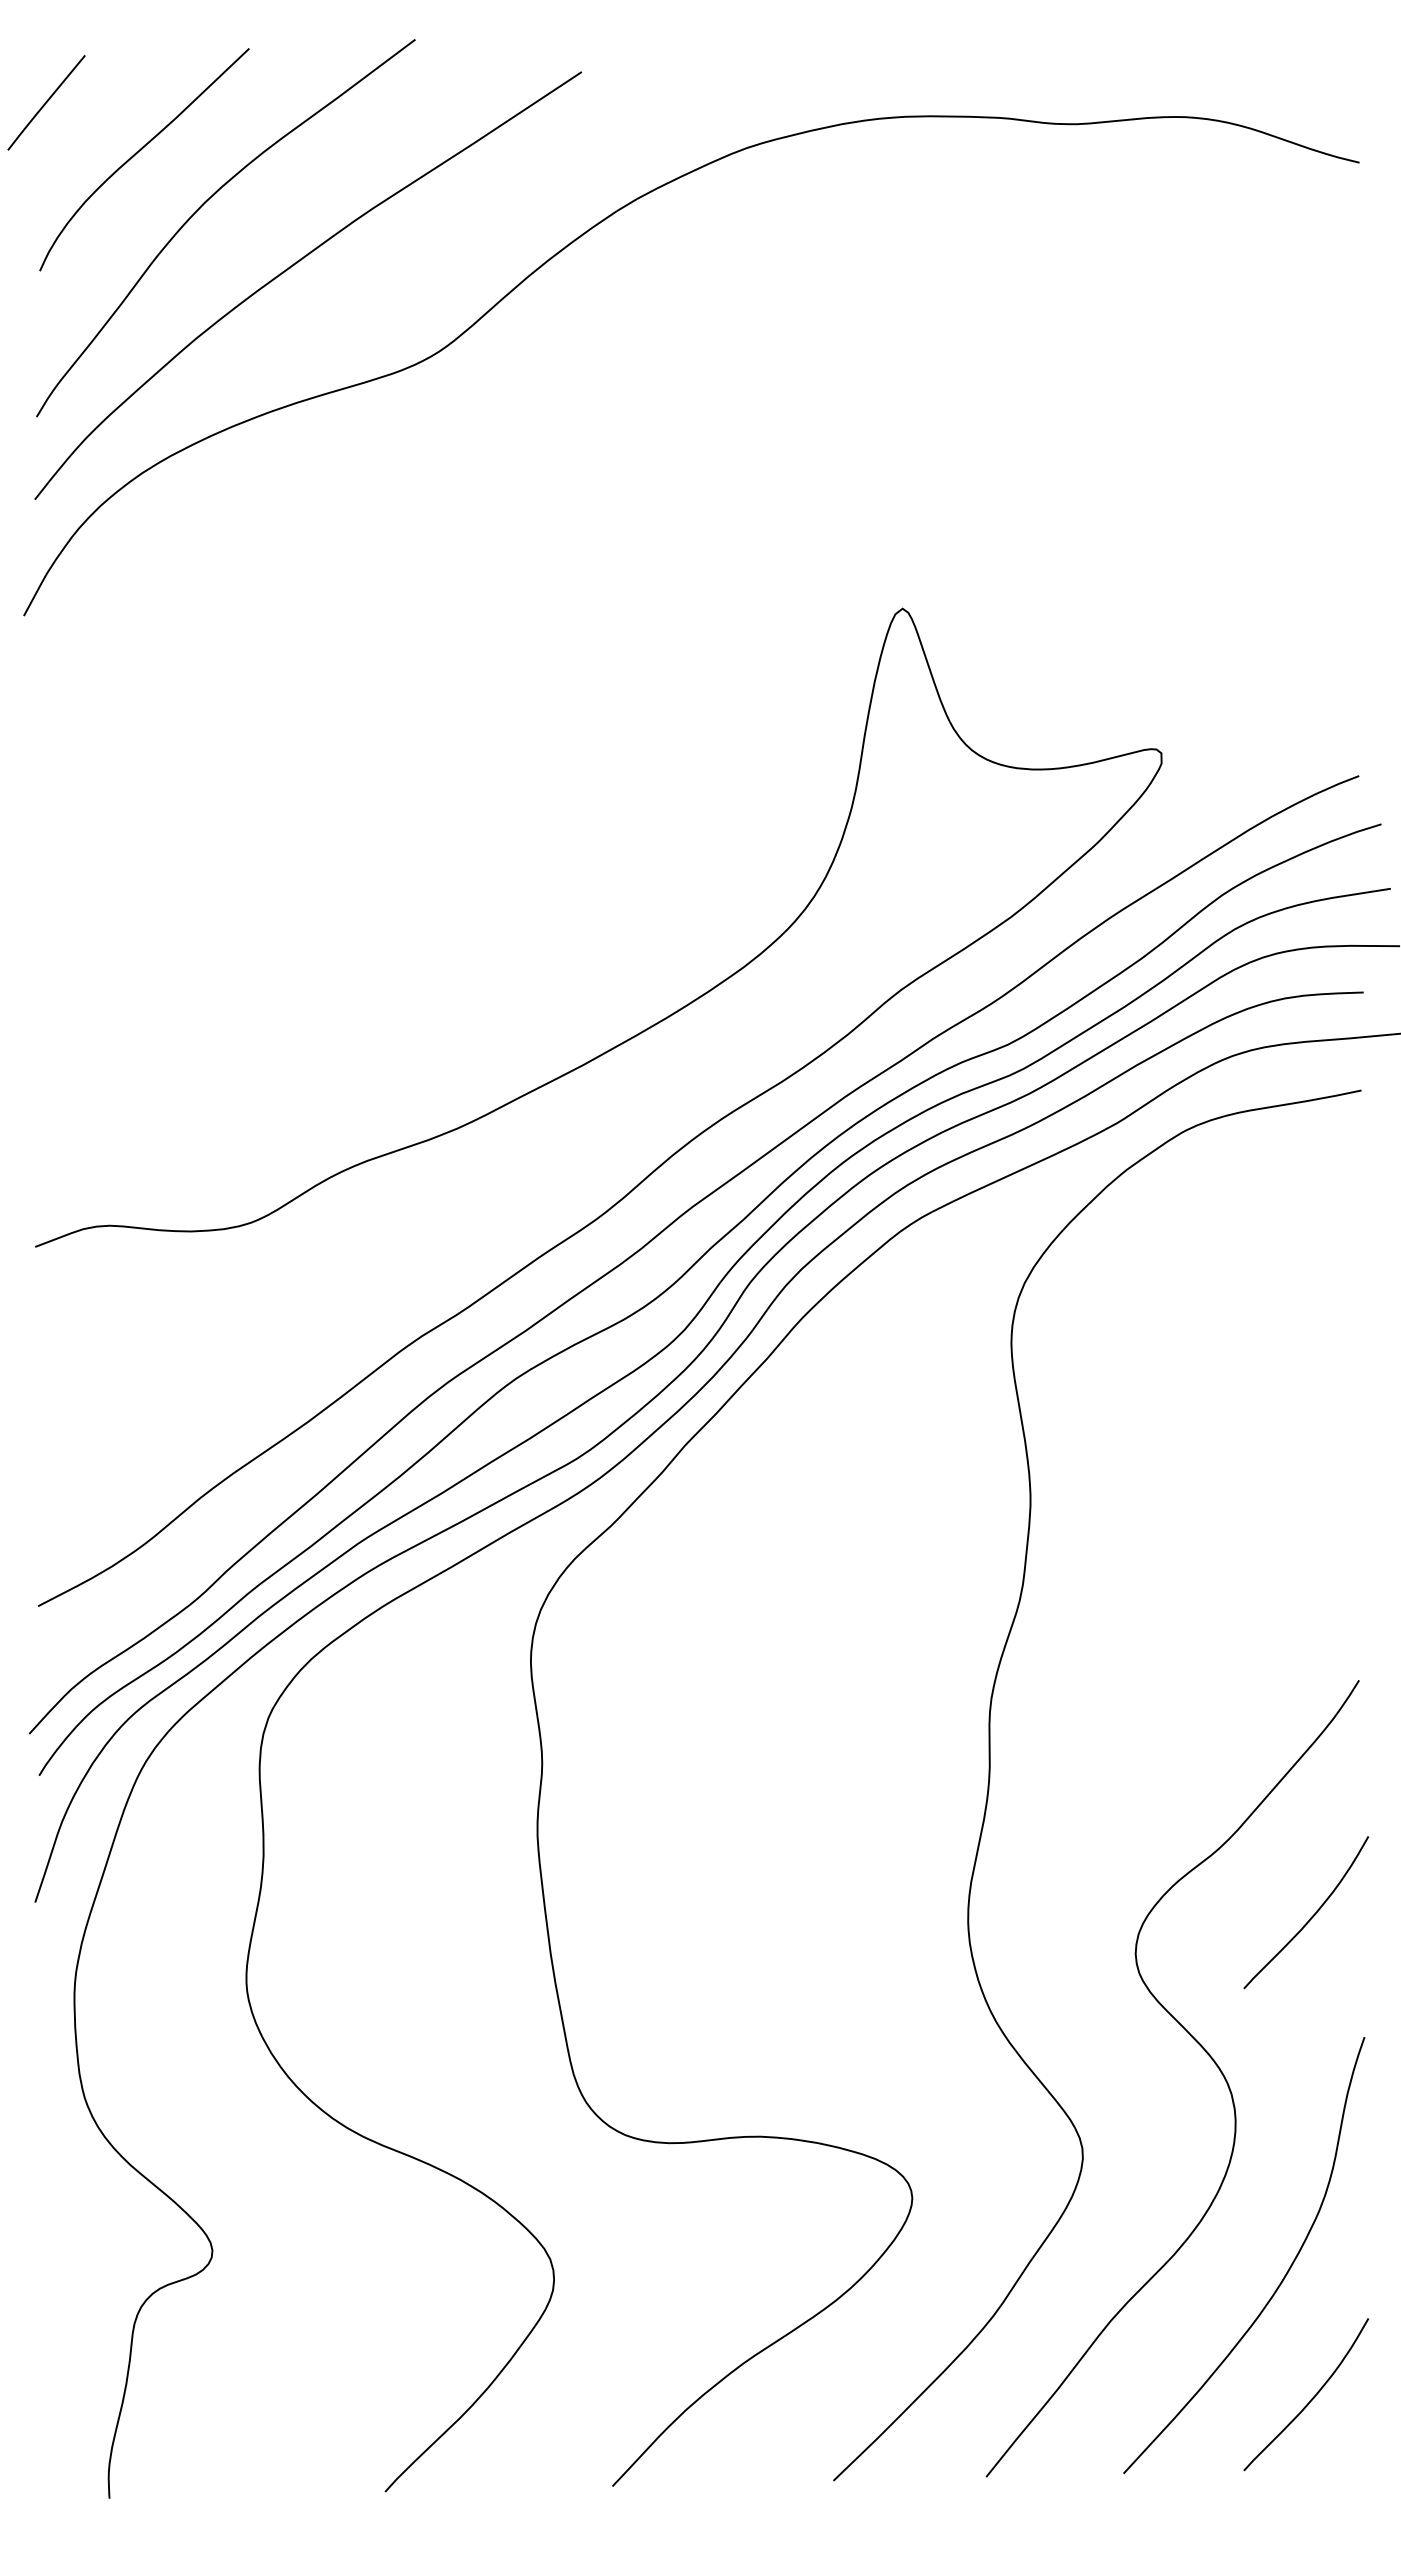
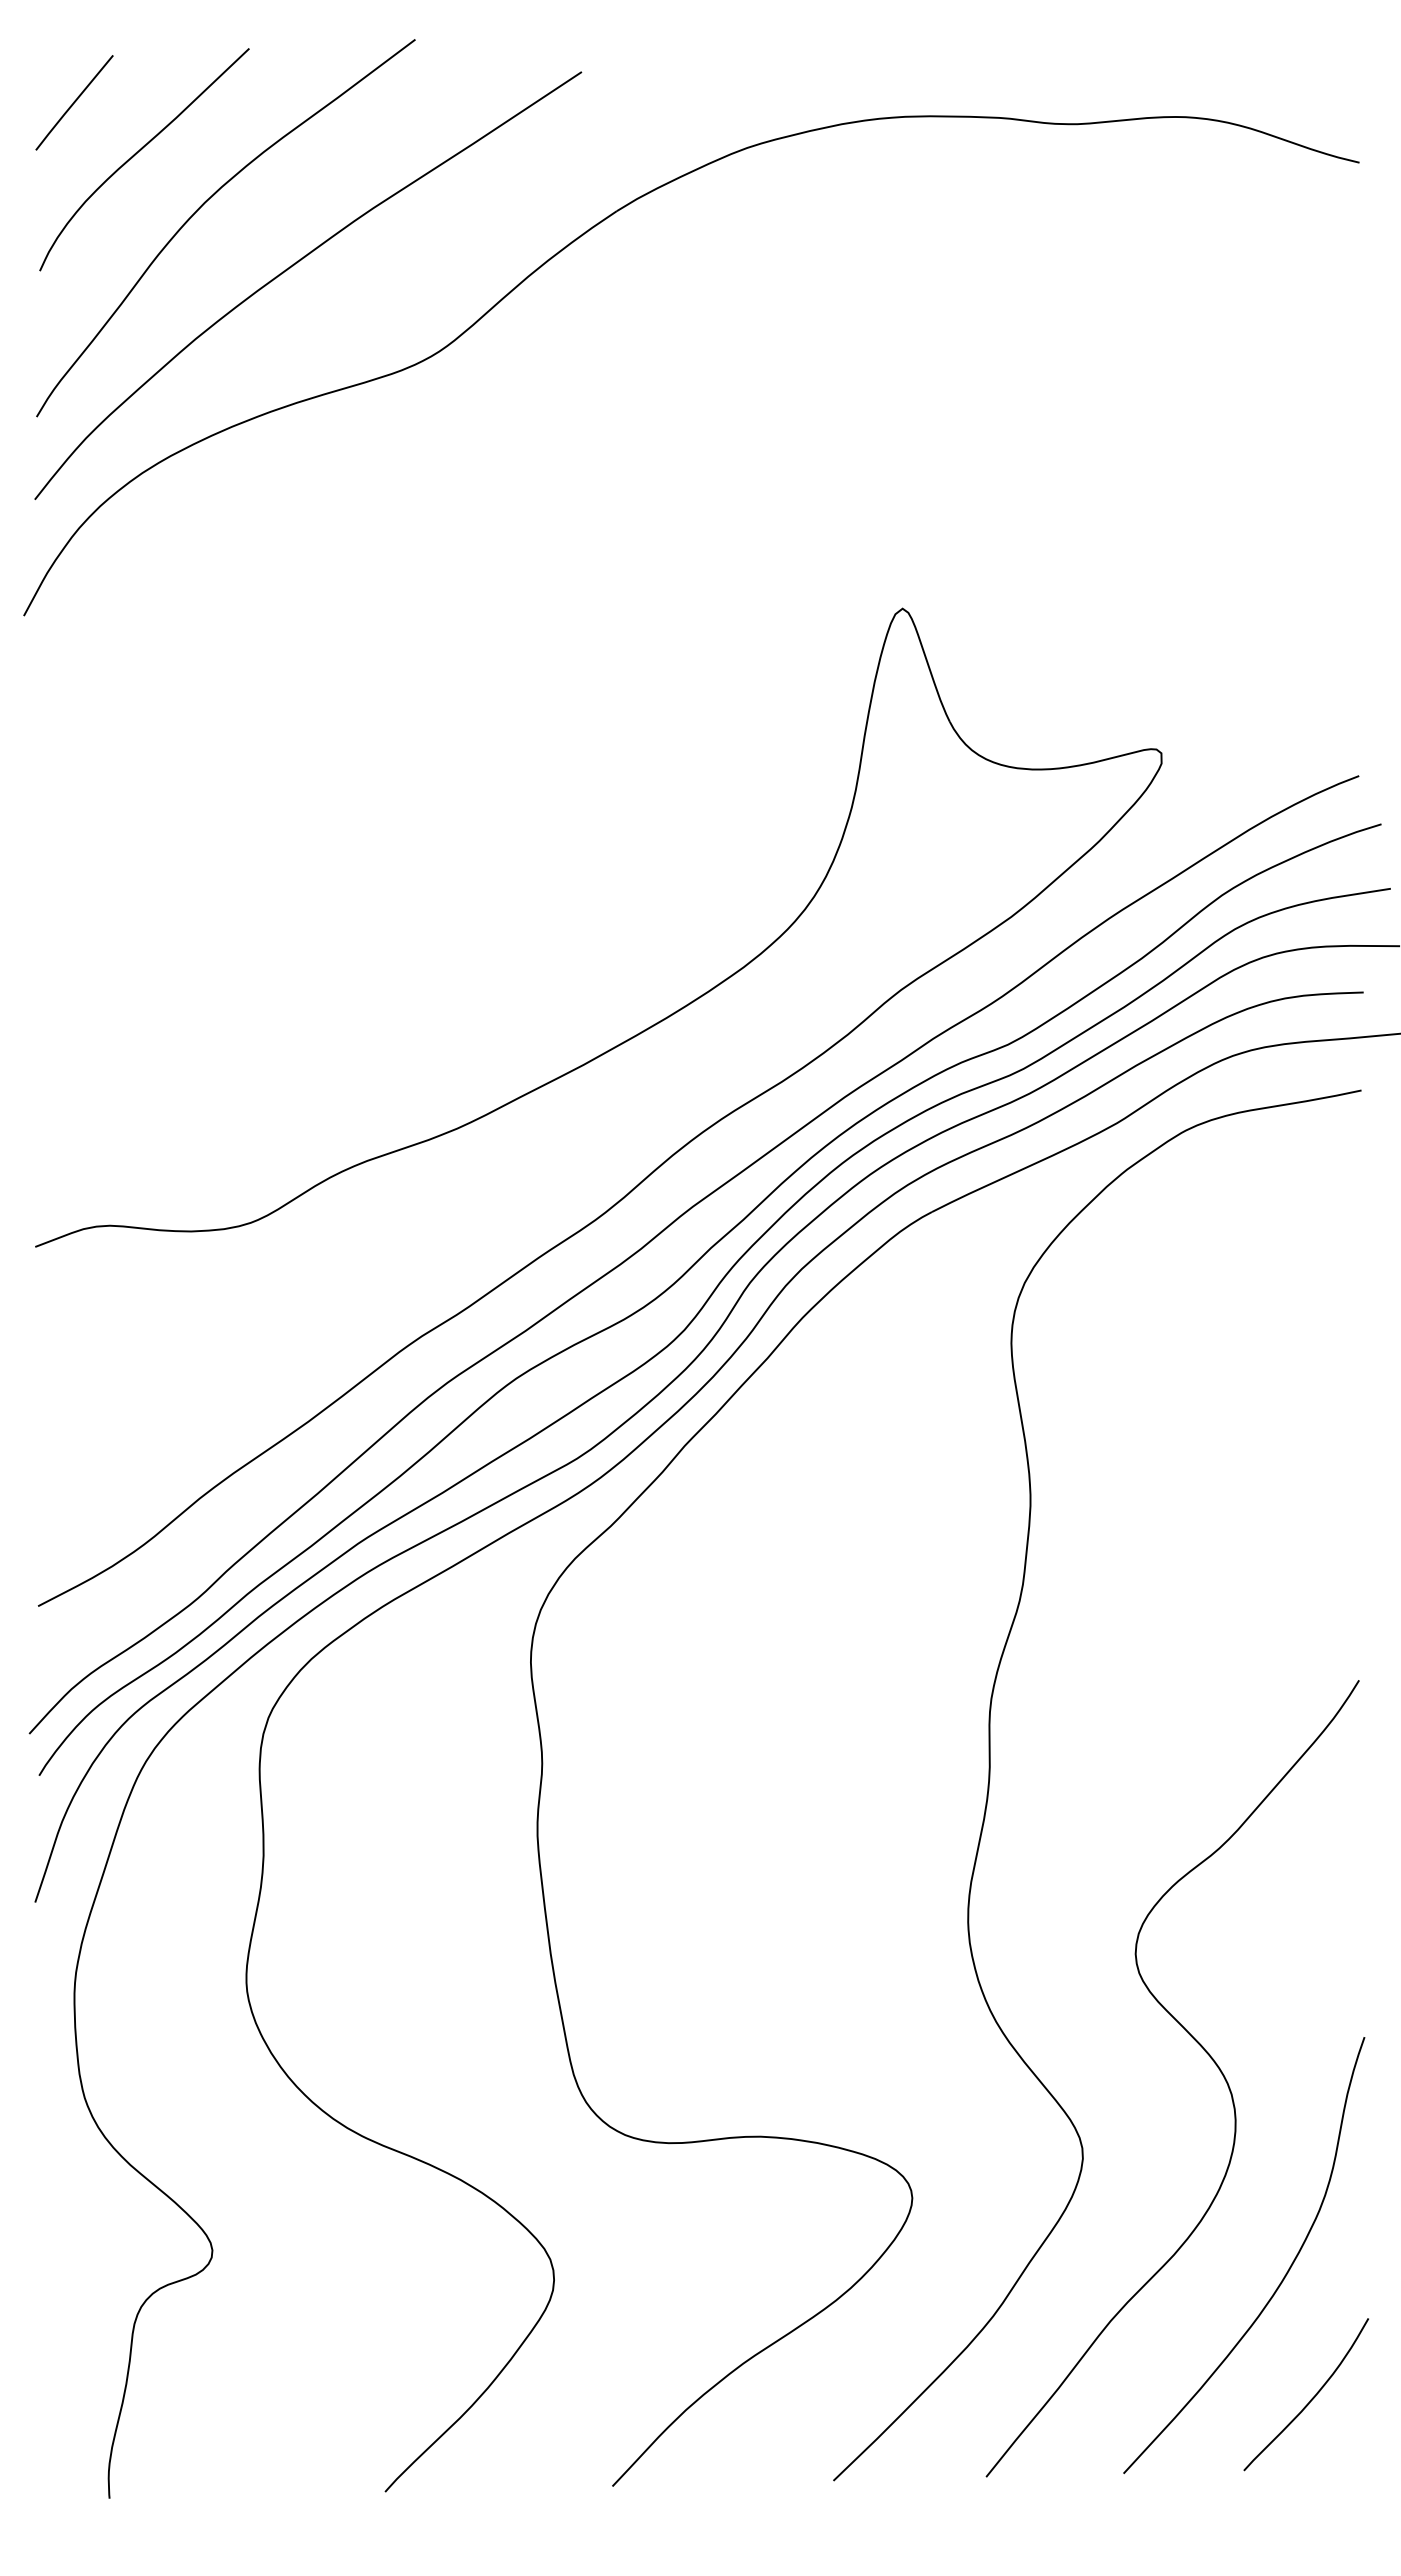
line at (46, 102) position: (46, 102) -> (74, 102)
curve at (1310, 1917): present -> none
